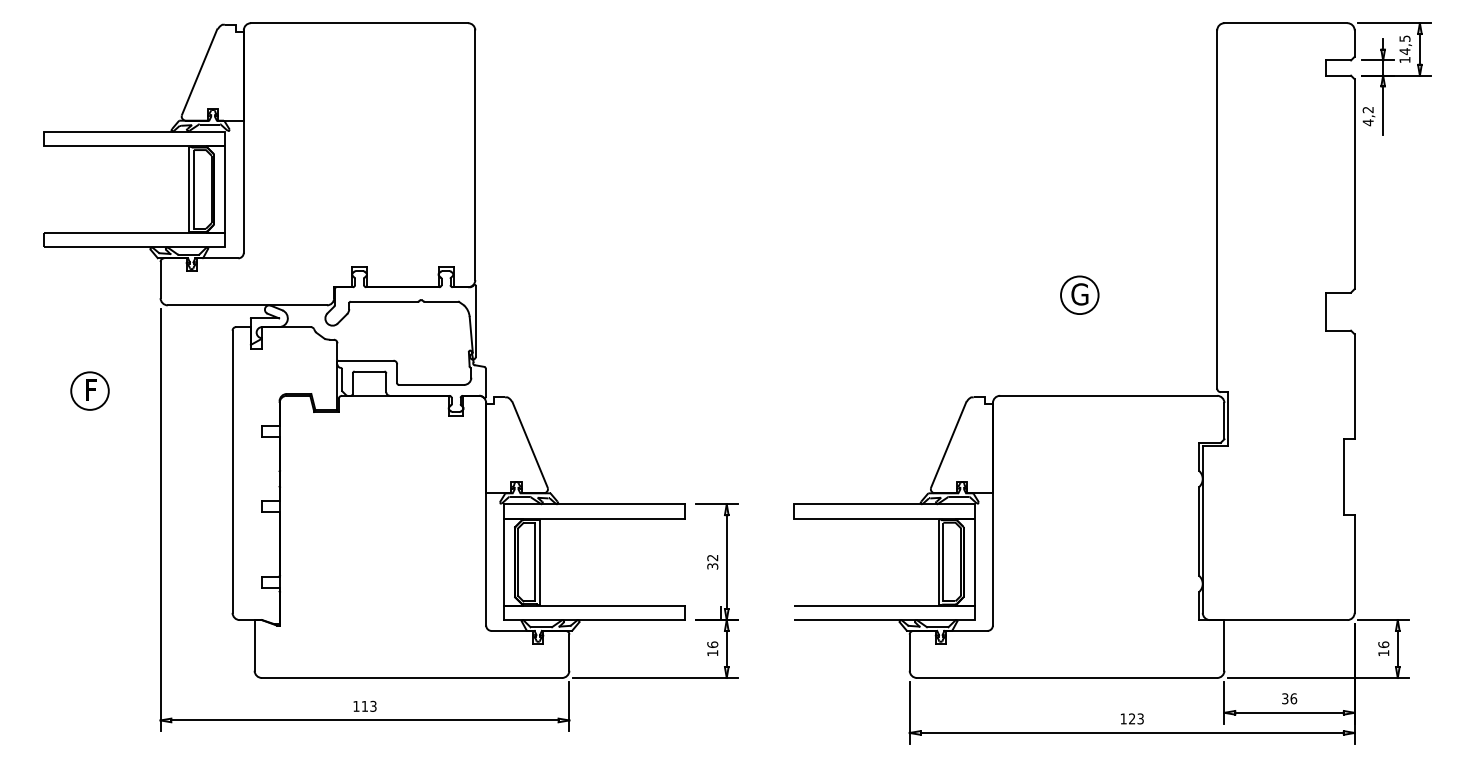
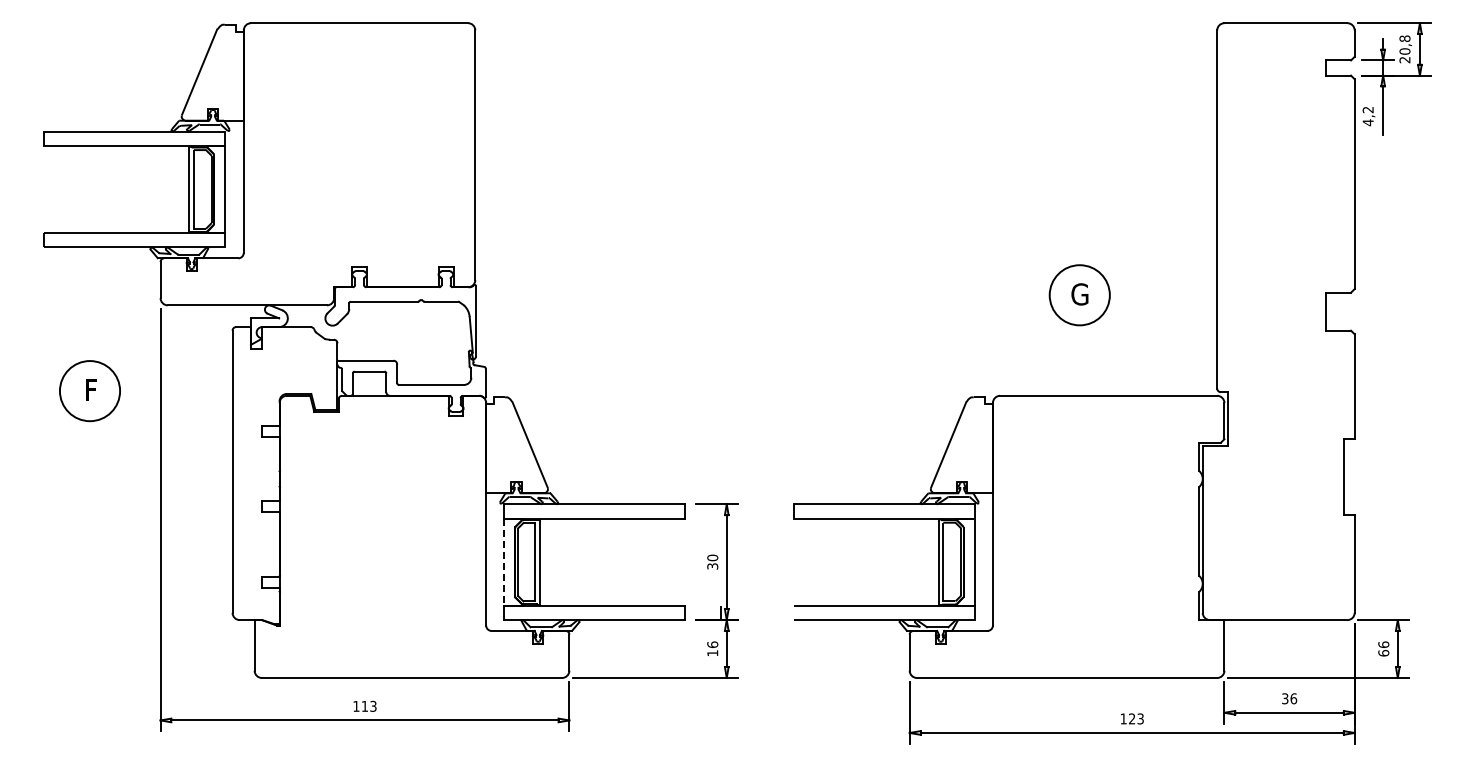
text at (1404, 49): 14,5 -> 20,8
circle at (1079, 295) diameter: 38 px -> 60 px
circle at (89, 390) diameter: 38 px -> 60 px
text at (712, 557): 32 -> 30
line at (504, 562): solid -> dashed
text at (1383, 652): 16 -> 66
